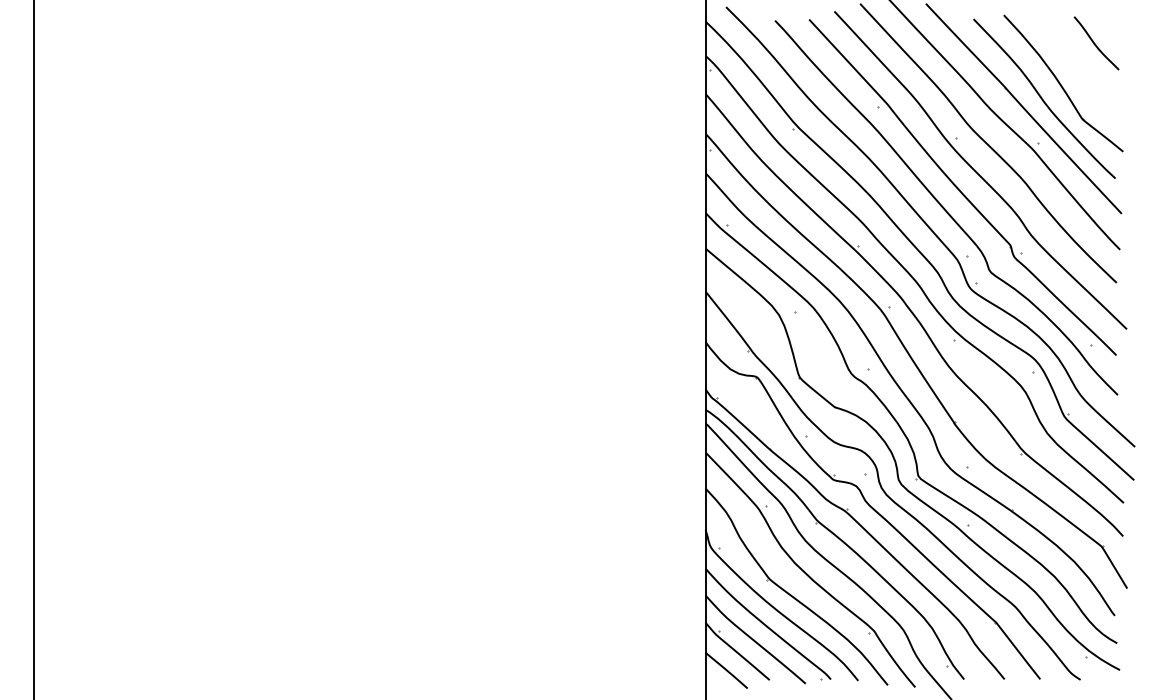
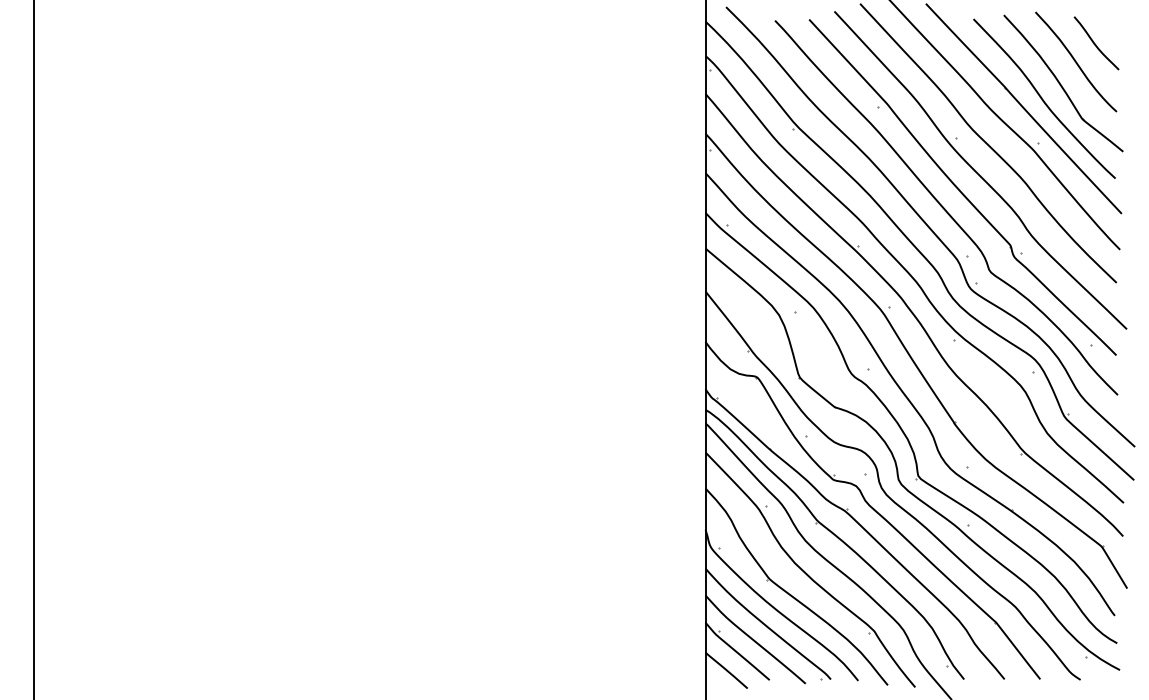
curve at (1076, 61): none -> present
